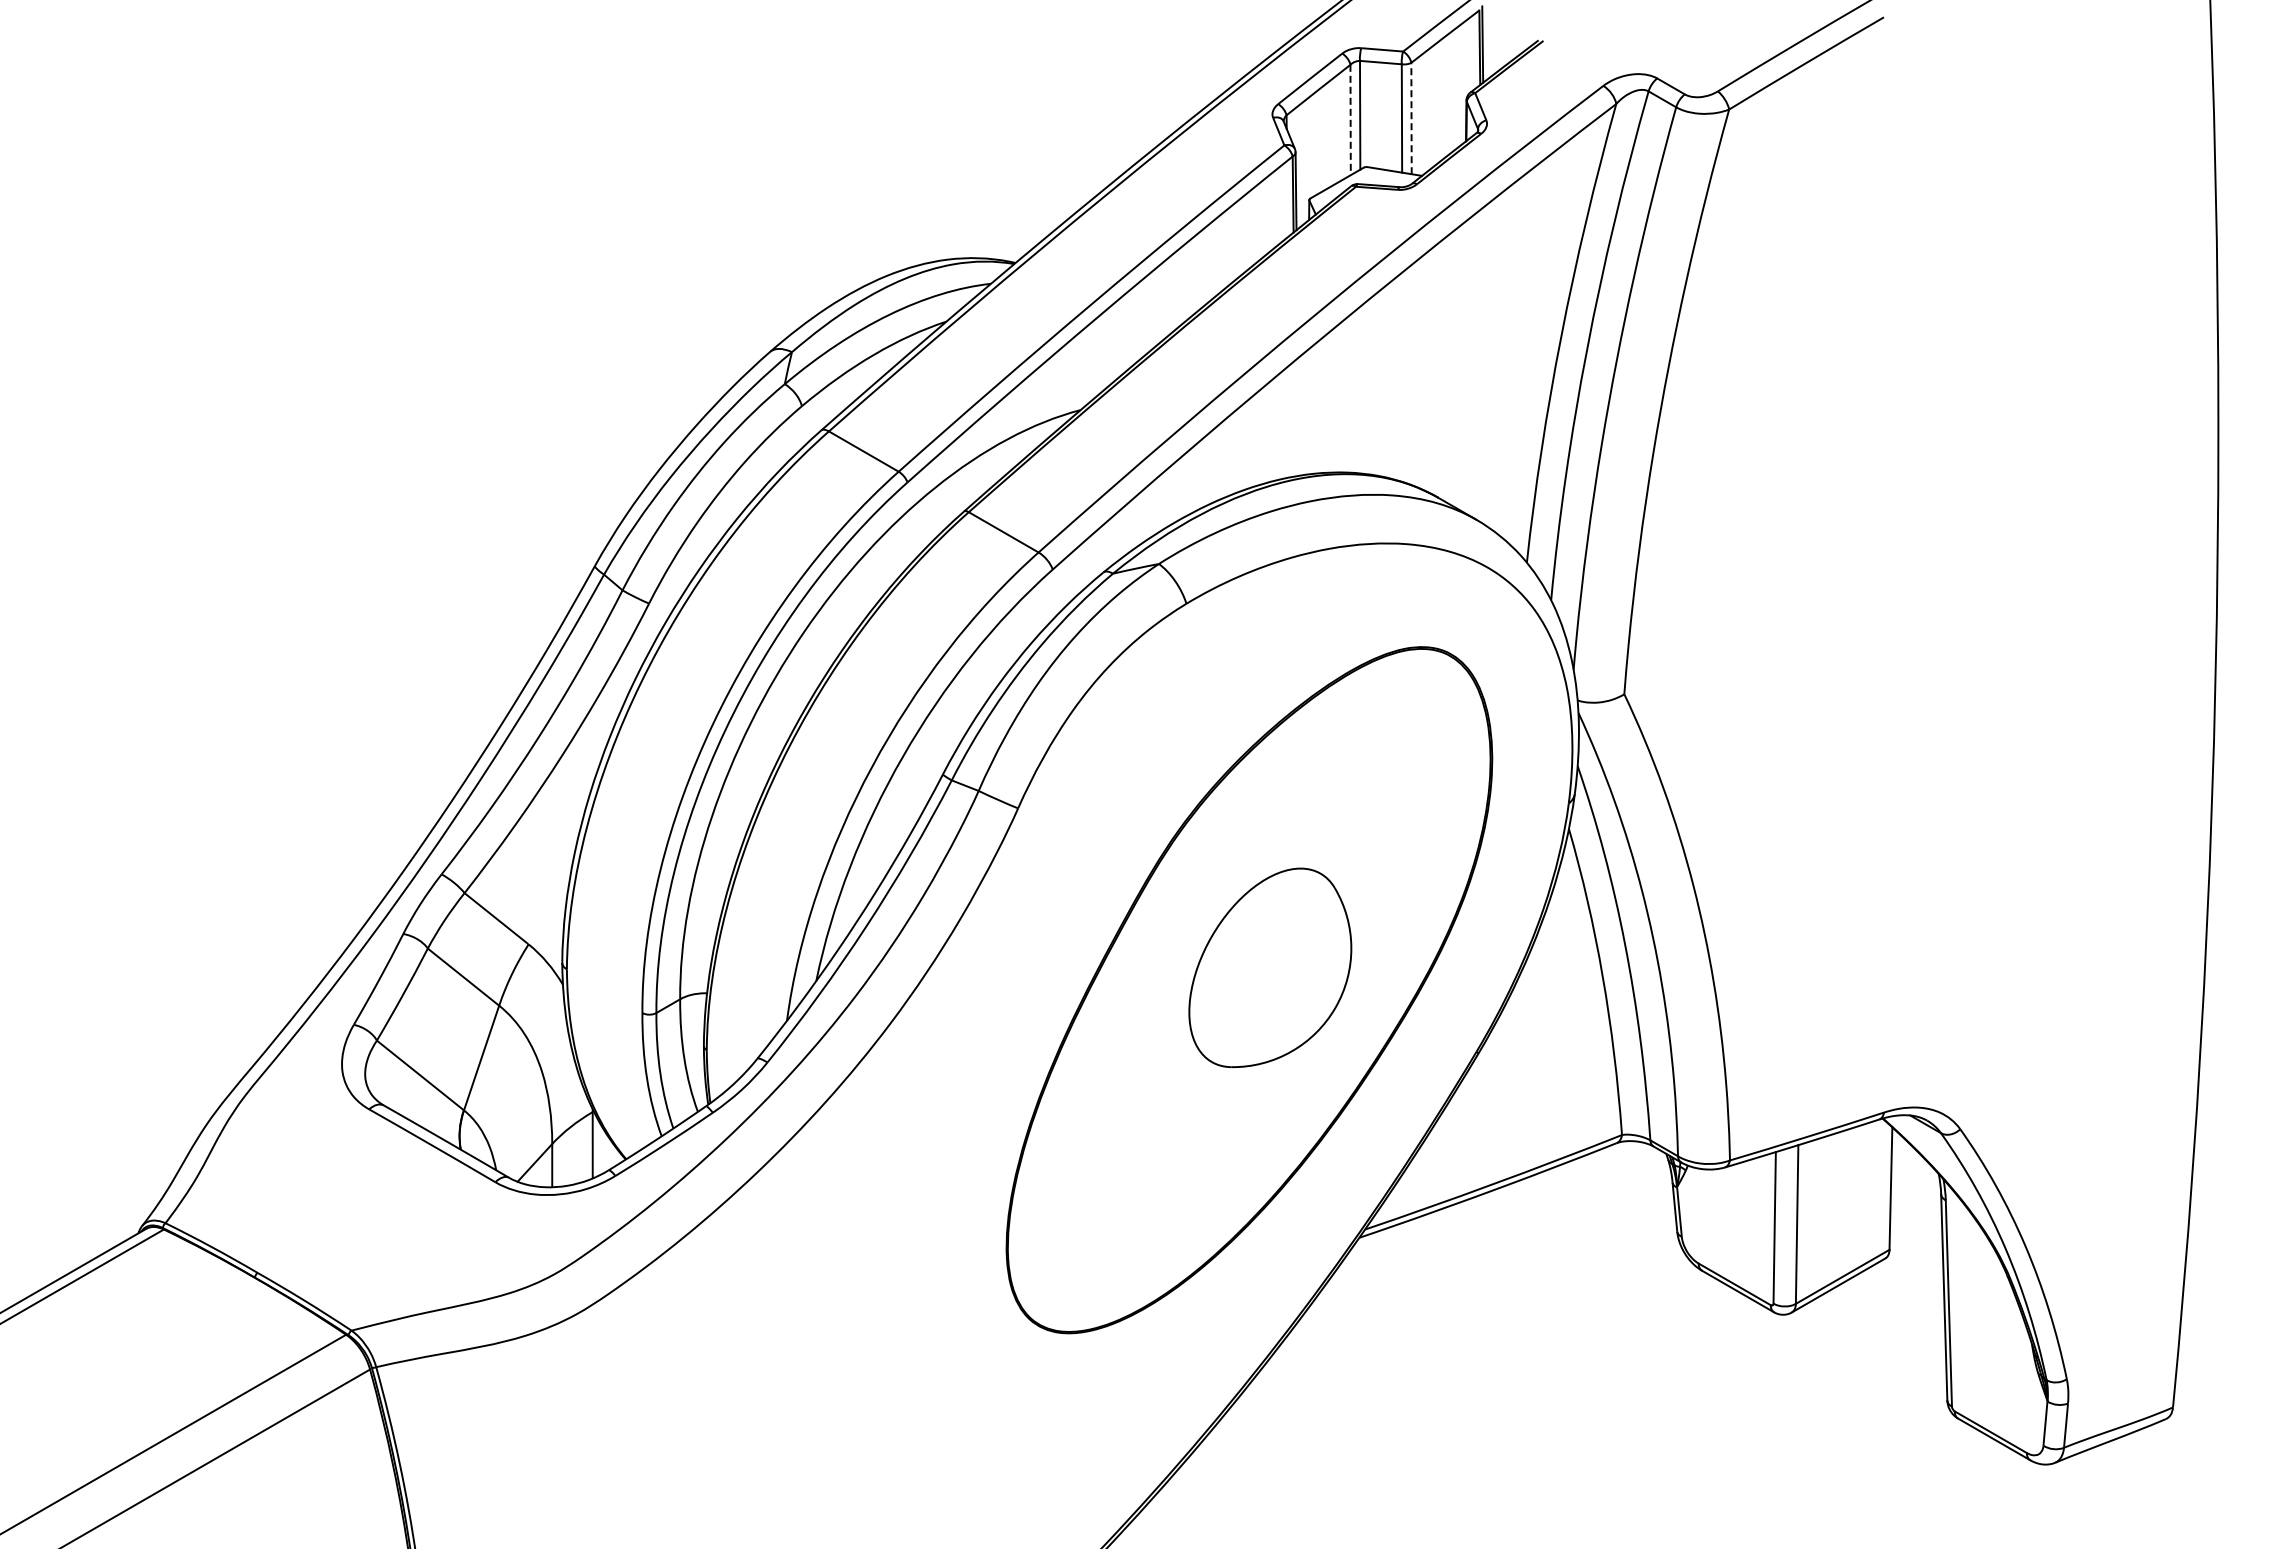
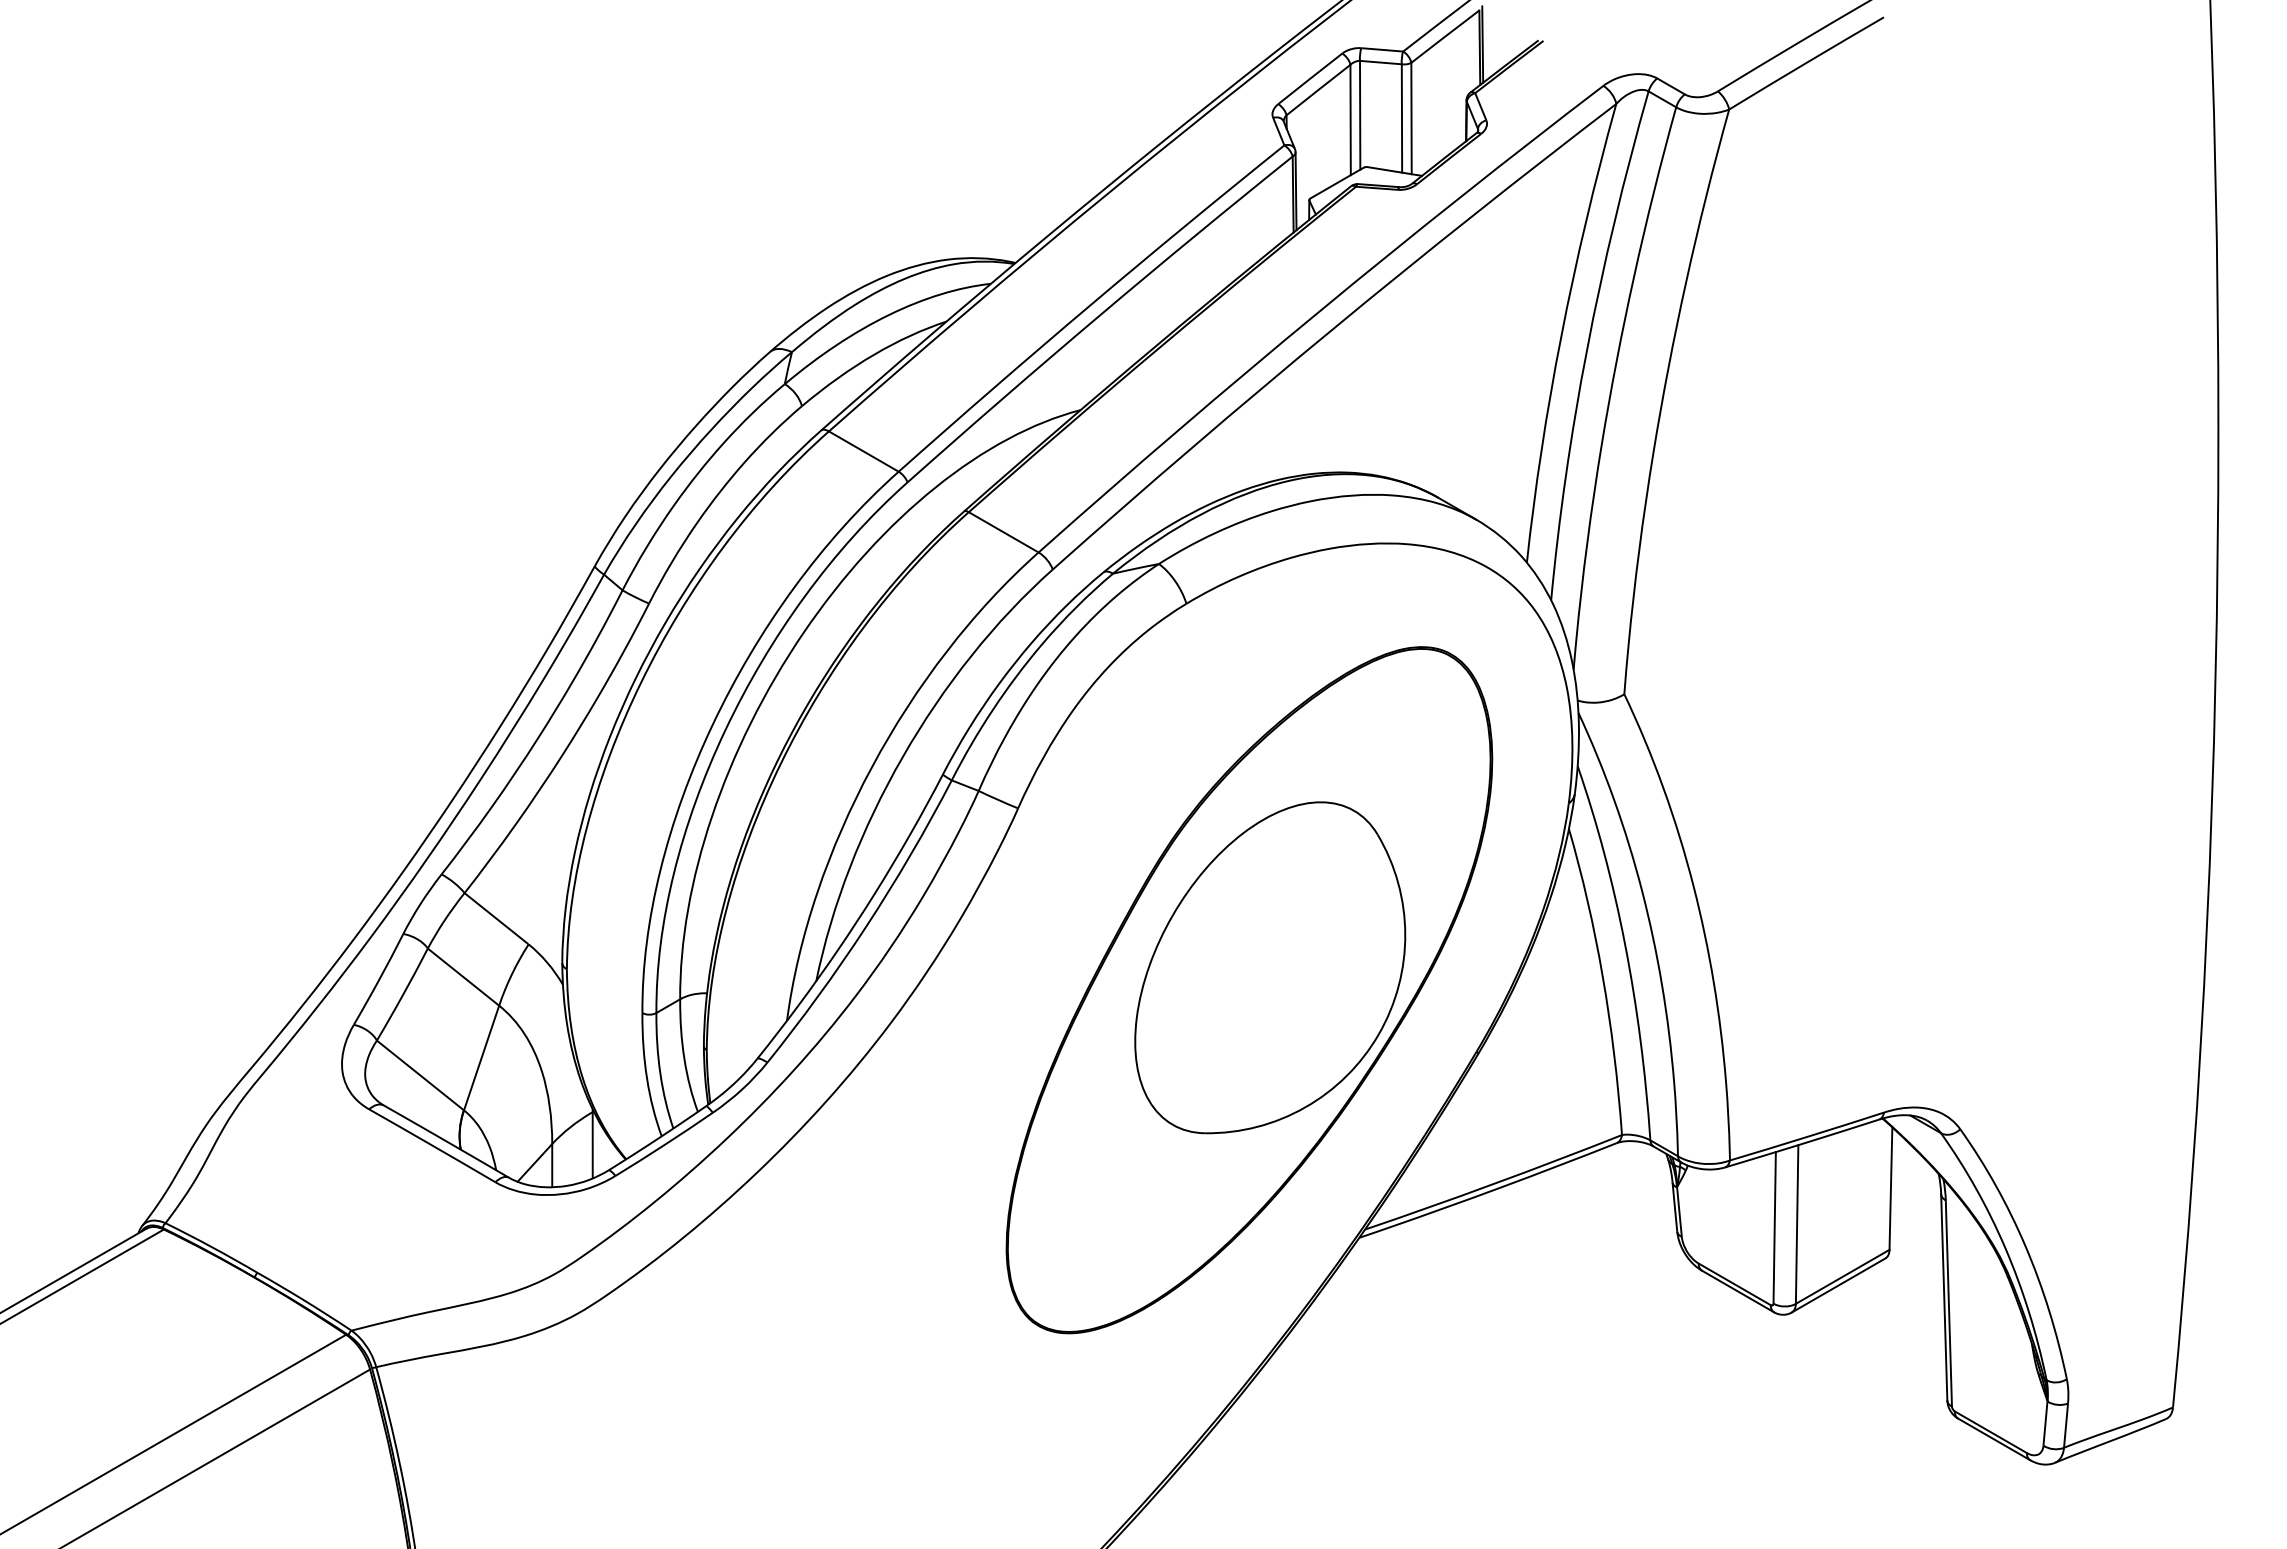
line at (1411, 118): dashed -> solid
line at (1350, 120): dashed -> solid
part at (1270, 967) size: 165x201 px -> 273x334 px
